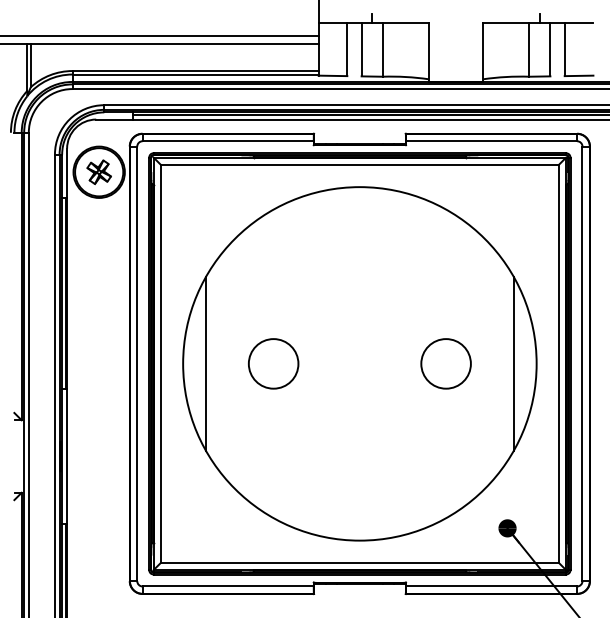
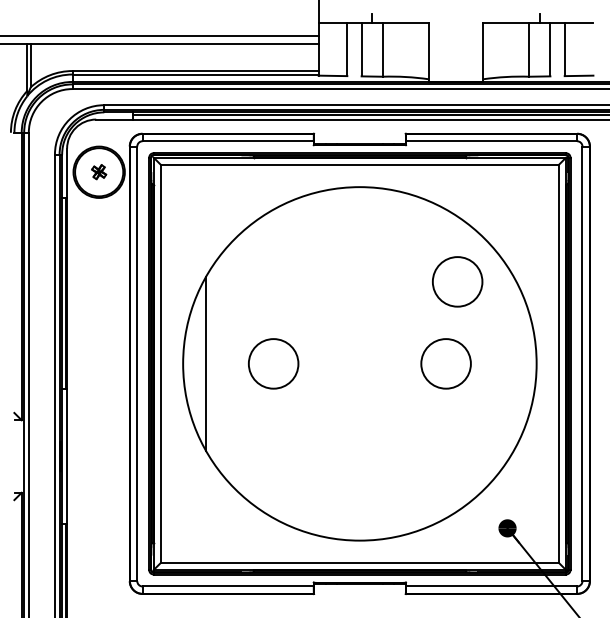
part at (98, 171) size: 26x26 px -> 17x17 px
circle at (457, 281): none -> present
line at (513, 363): present -> none
